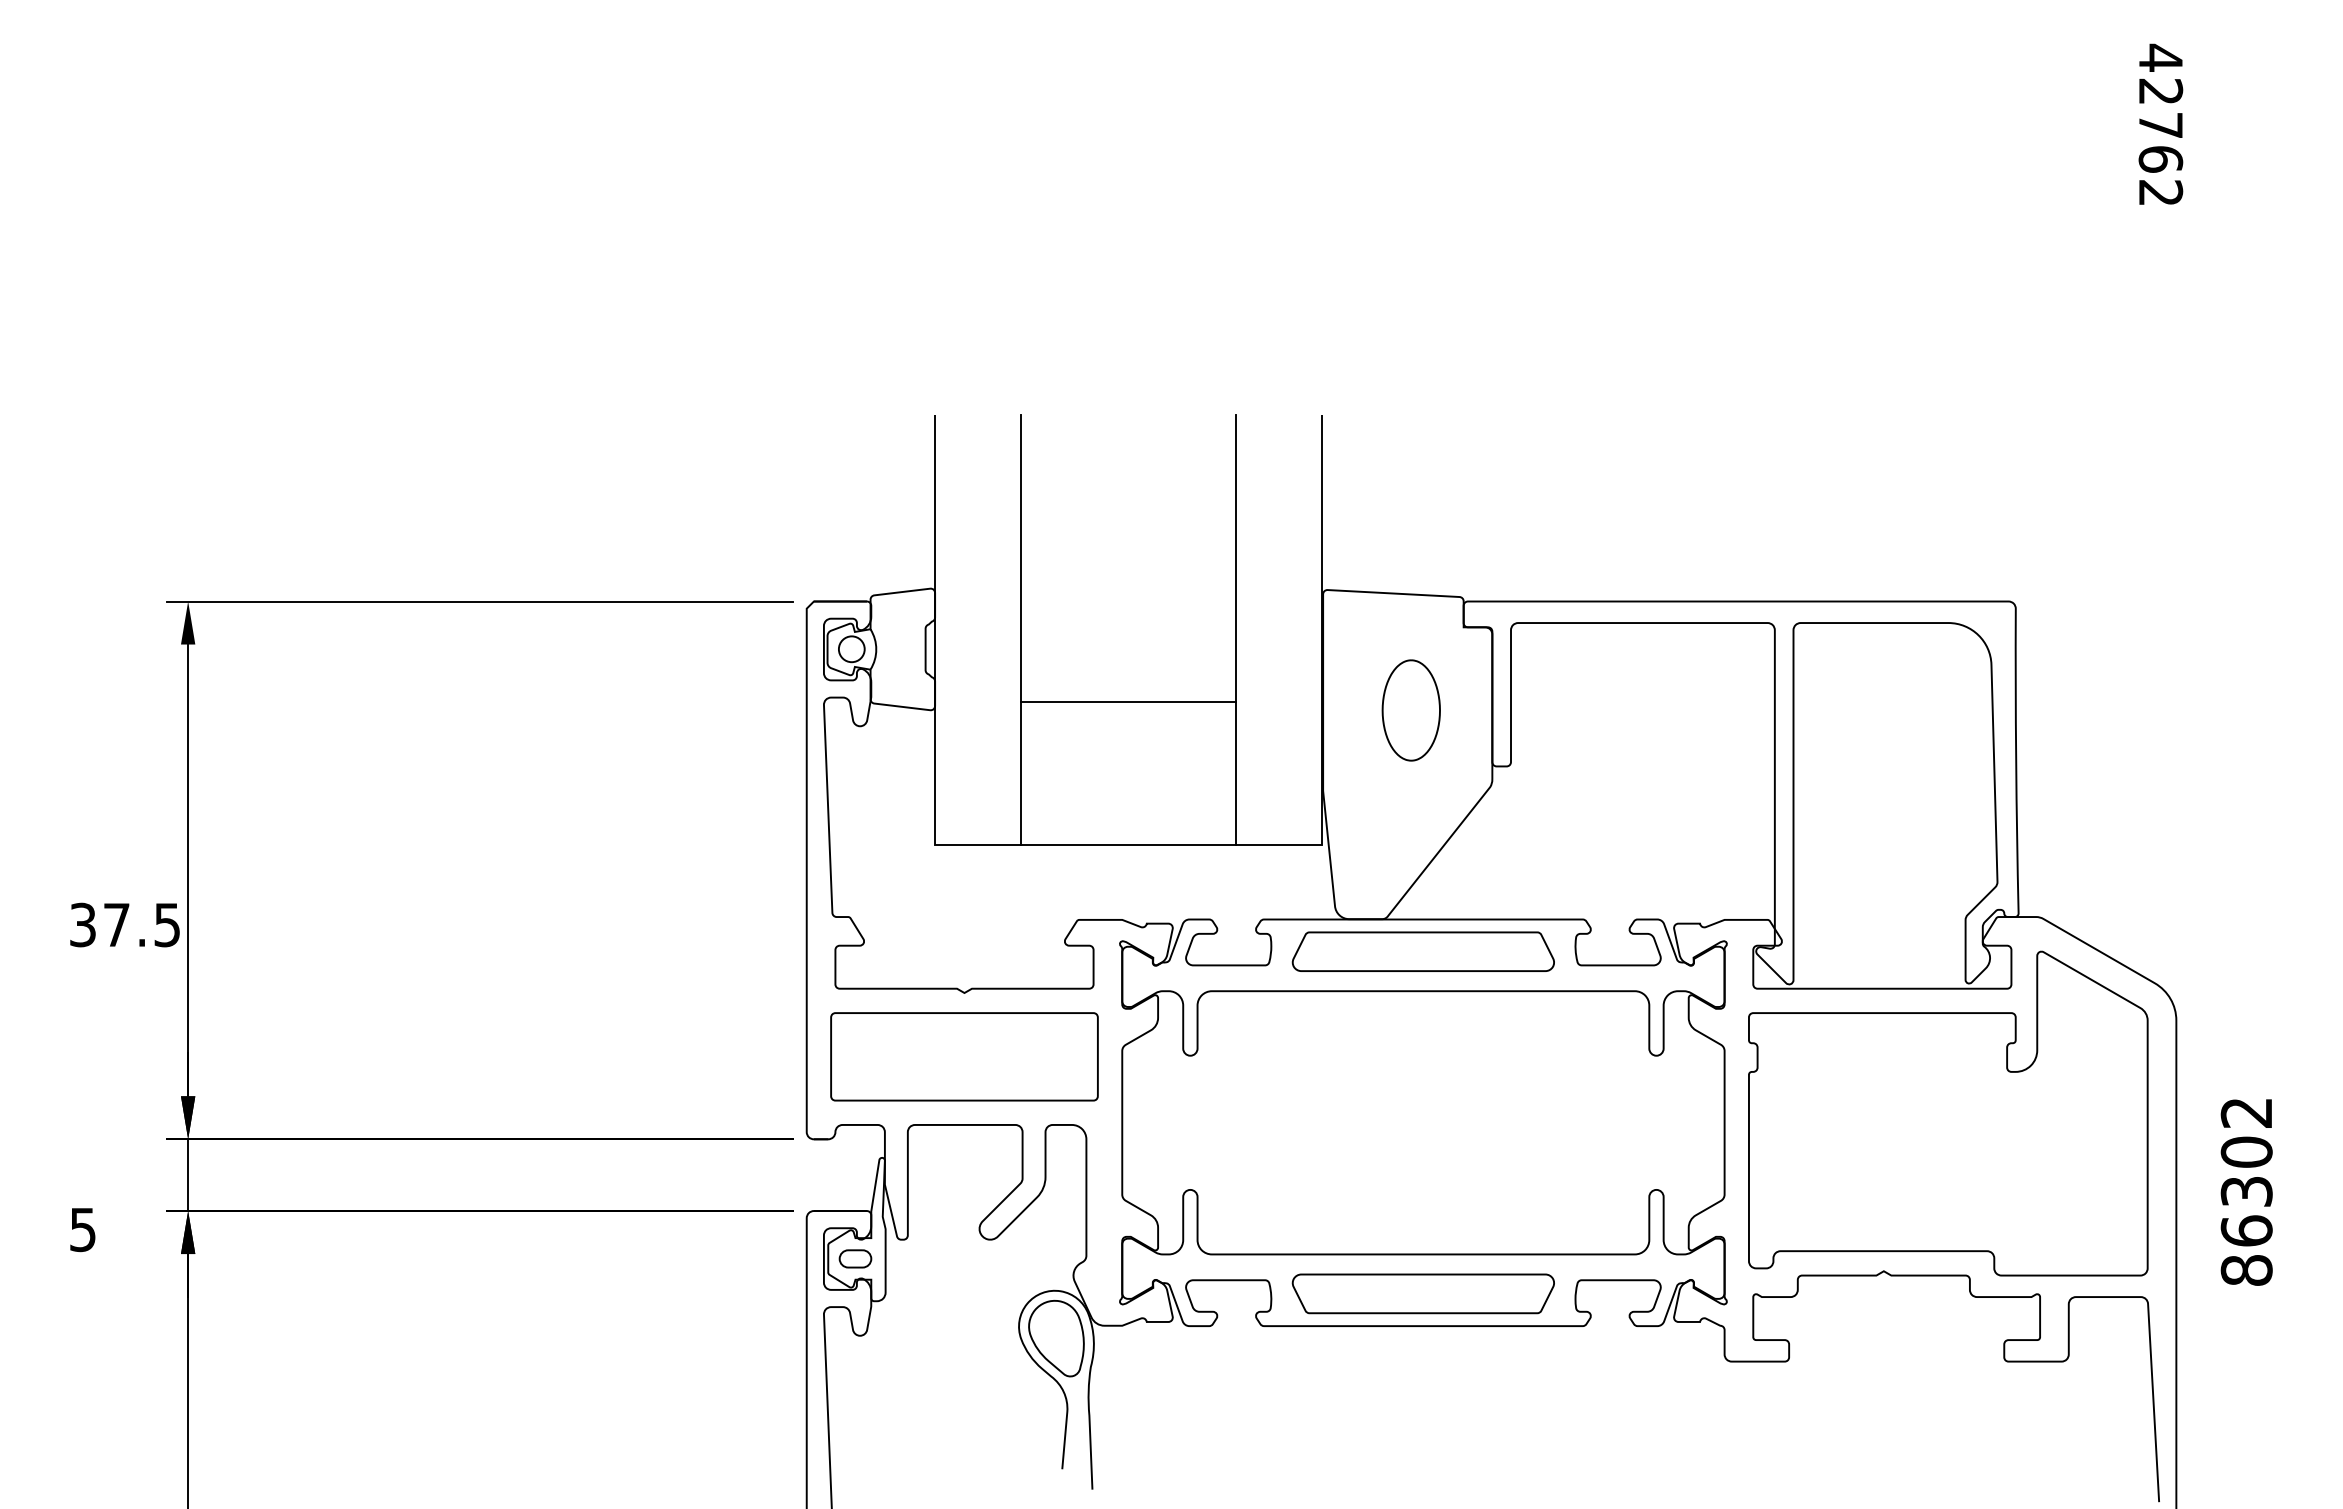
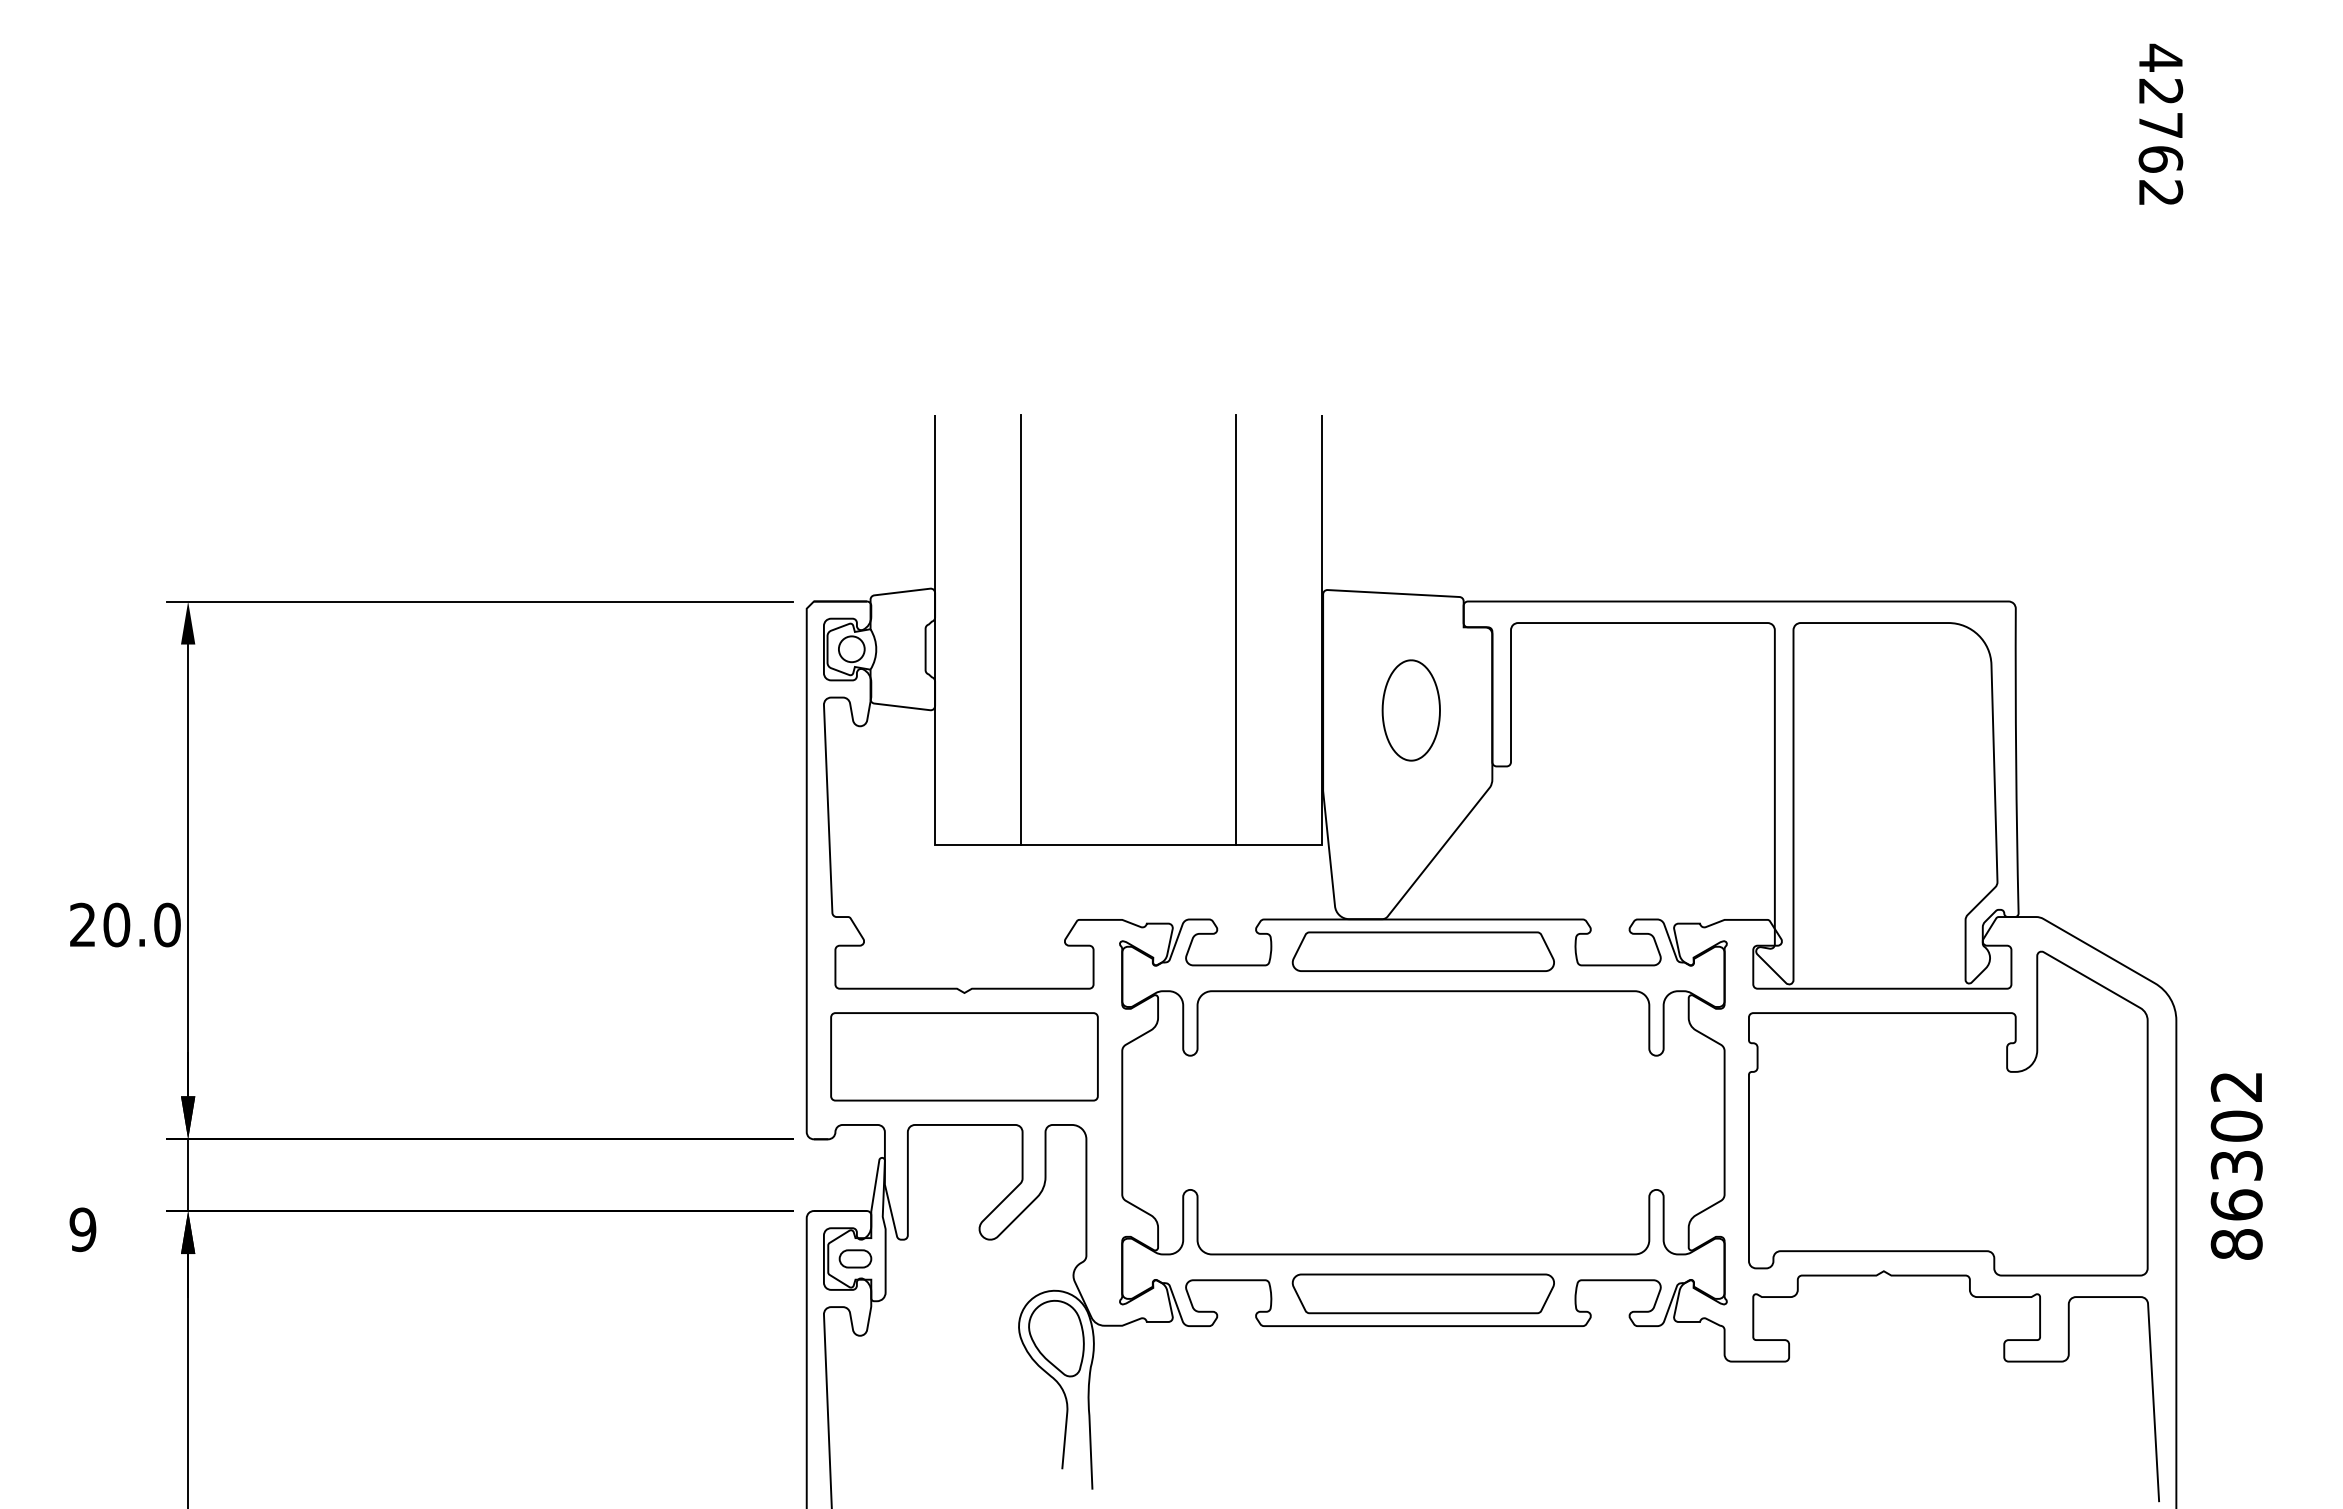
line at (1128, 701): present -> none
text at (125, 924): 37.5 -> 20.0
text at (2246, 1192) position: (2246, 1192) -> (2236, 1166)
text at (82, 1229): 5 -> 9
